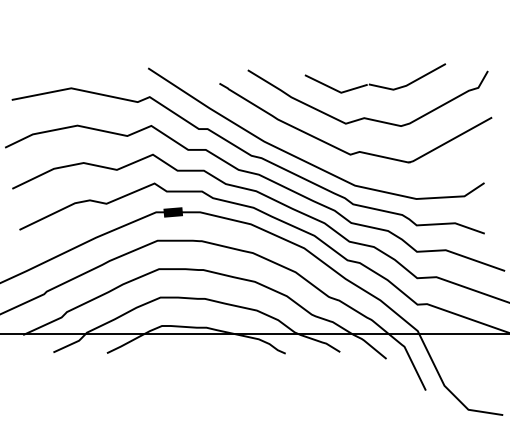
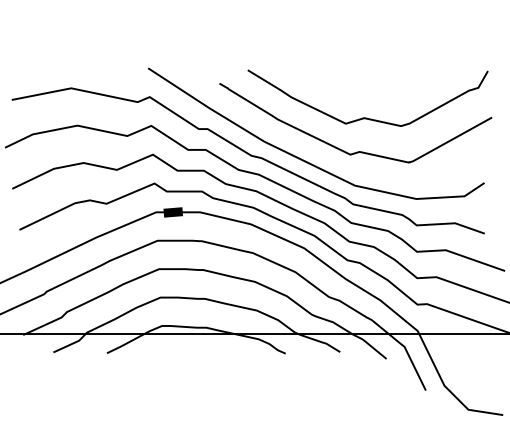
part at (375, 78): present -> none
